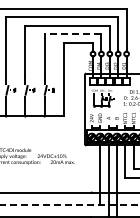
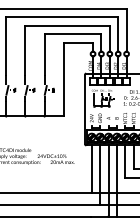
line at (72, 34): dashed -> solid
line at (91, 168): none -> present
line at (70, 204): dashed -> solid
